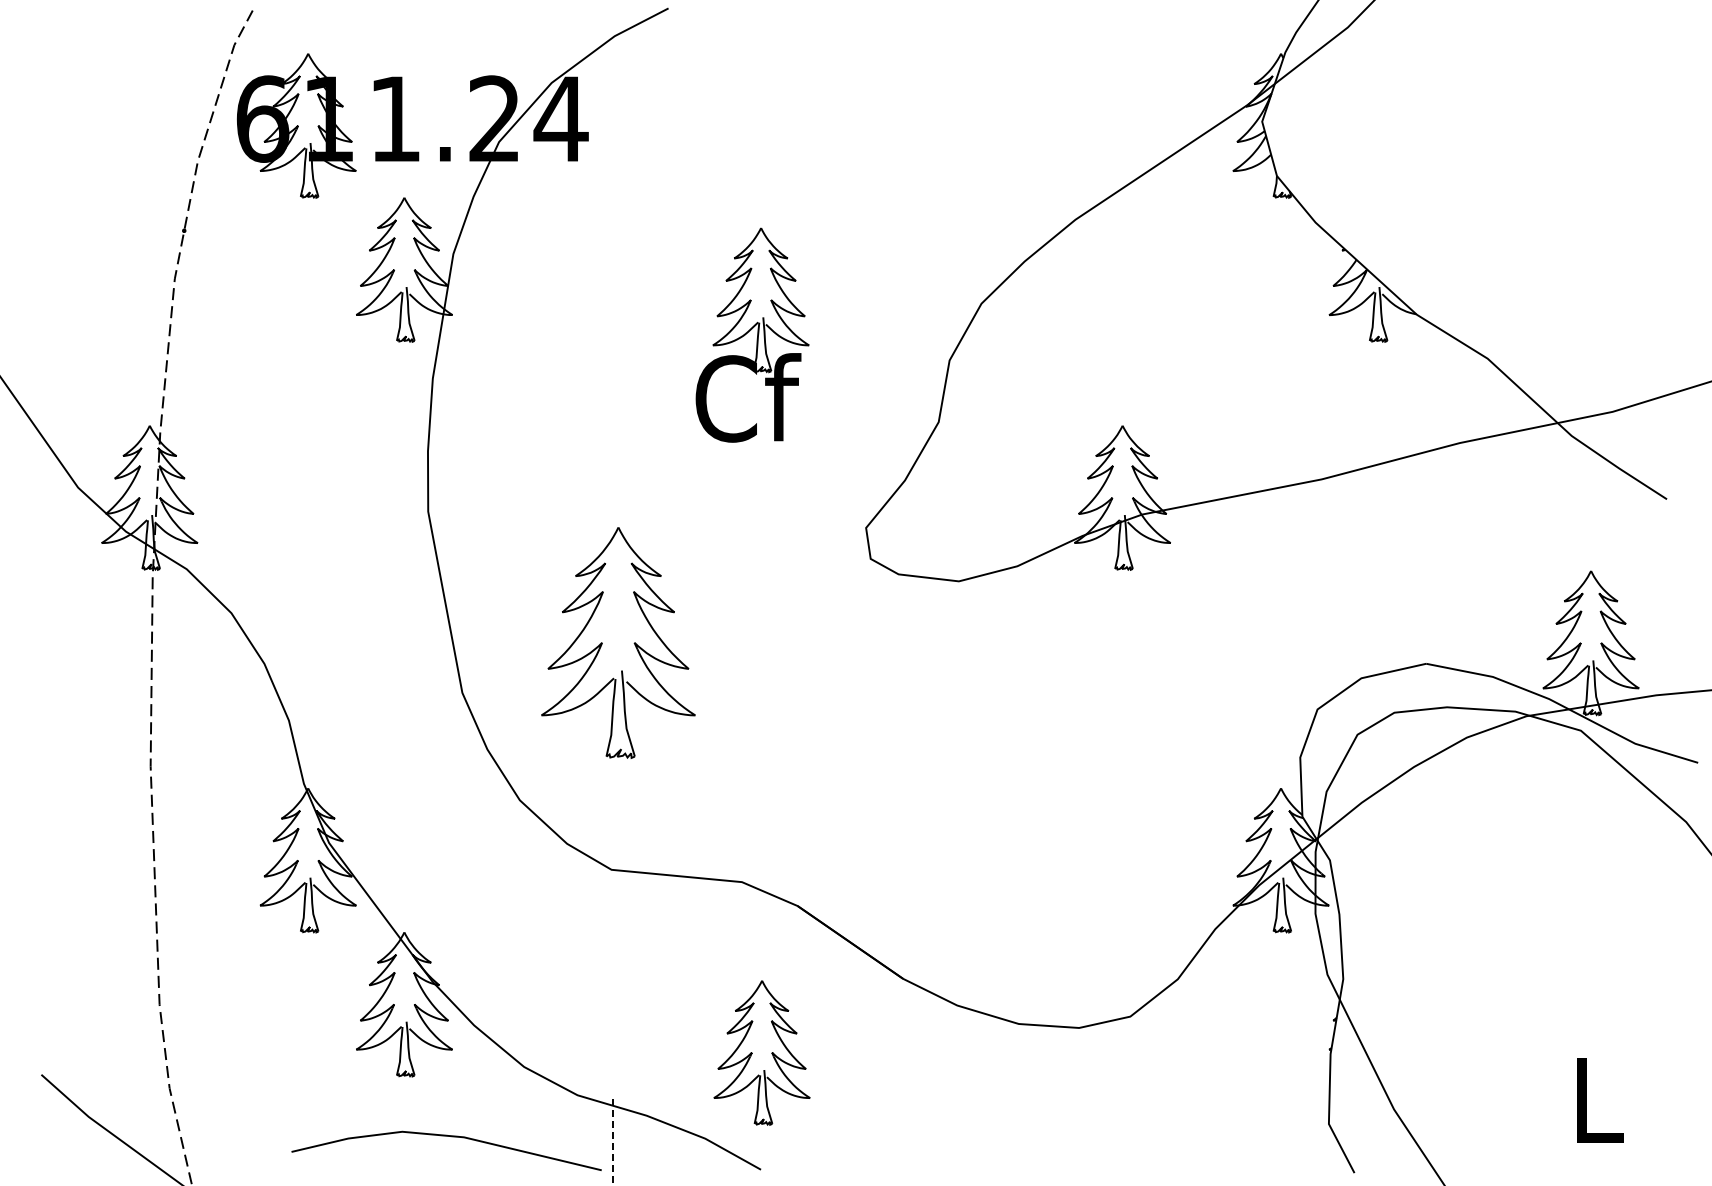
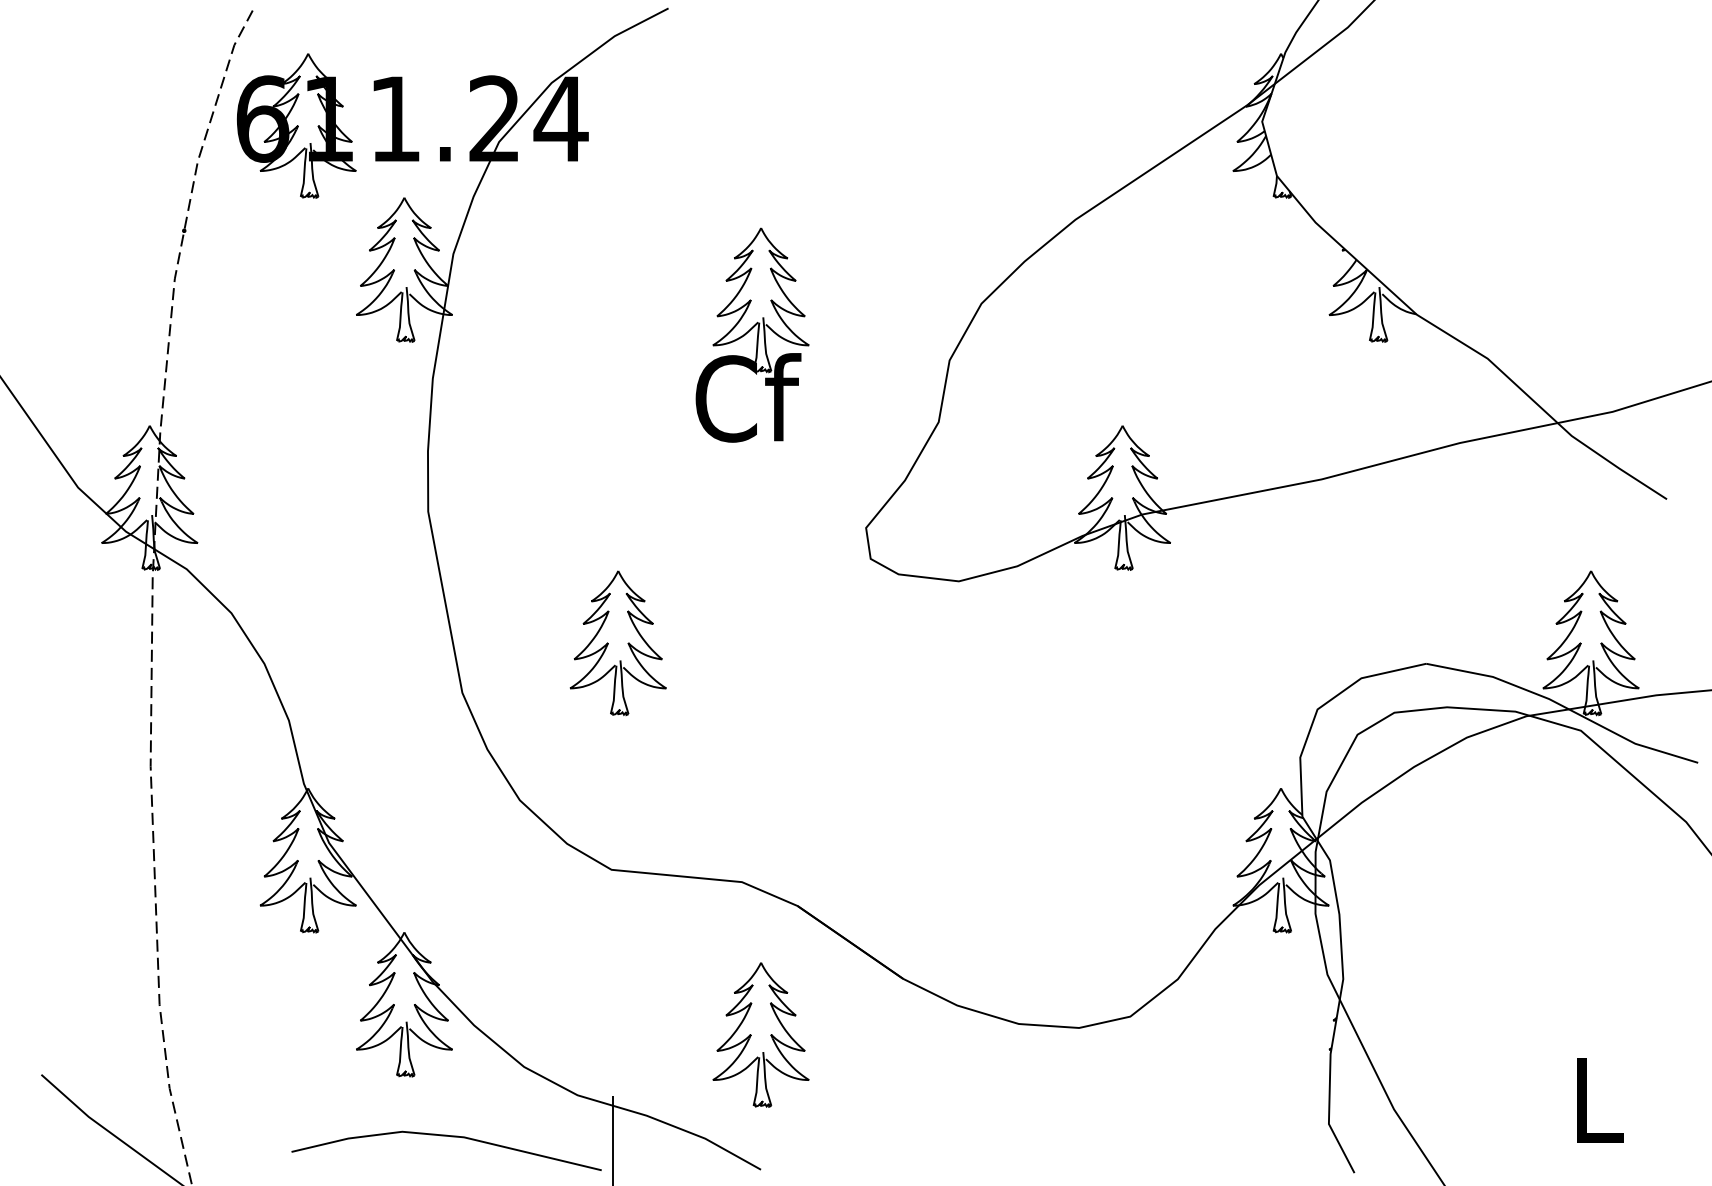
part at (618, 642) size: 155x232 px -> 98x147 px
part at (761, 1052) position: (761, 1052) -> (760, 1034)
line at (613, 1140): dashed -> solid
